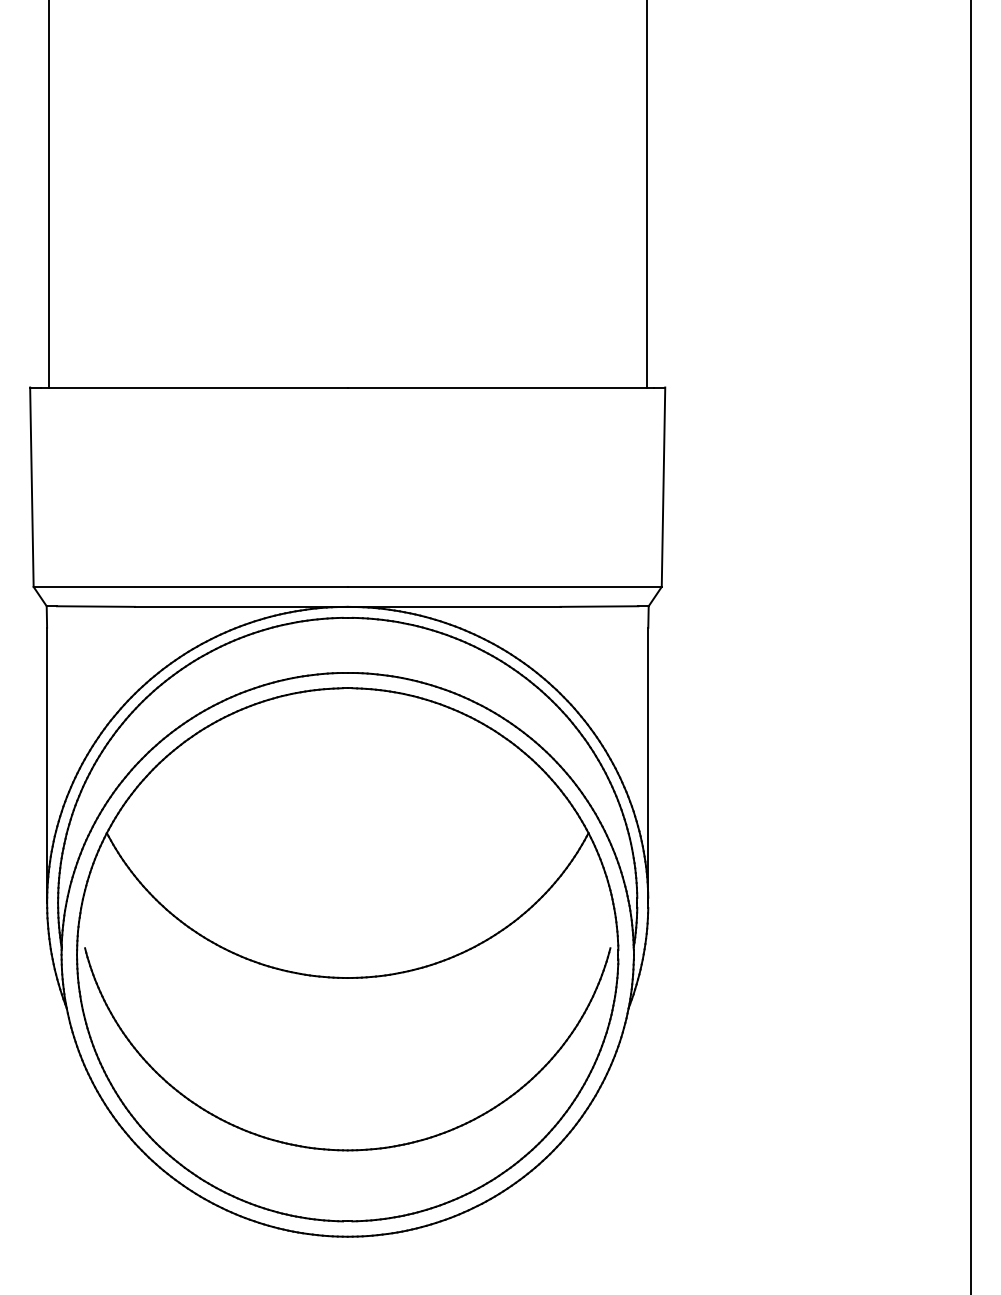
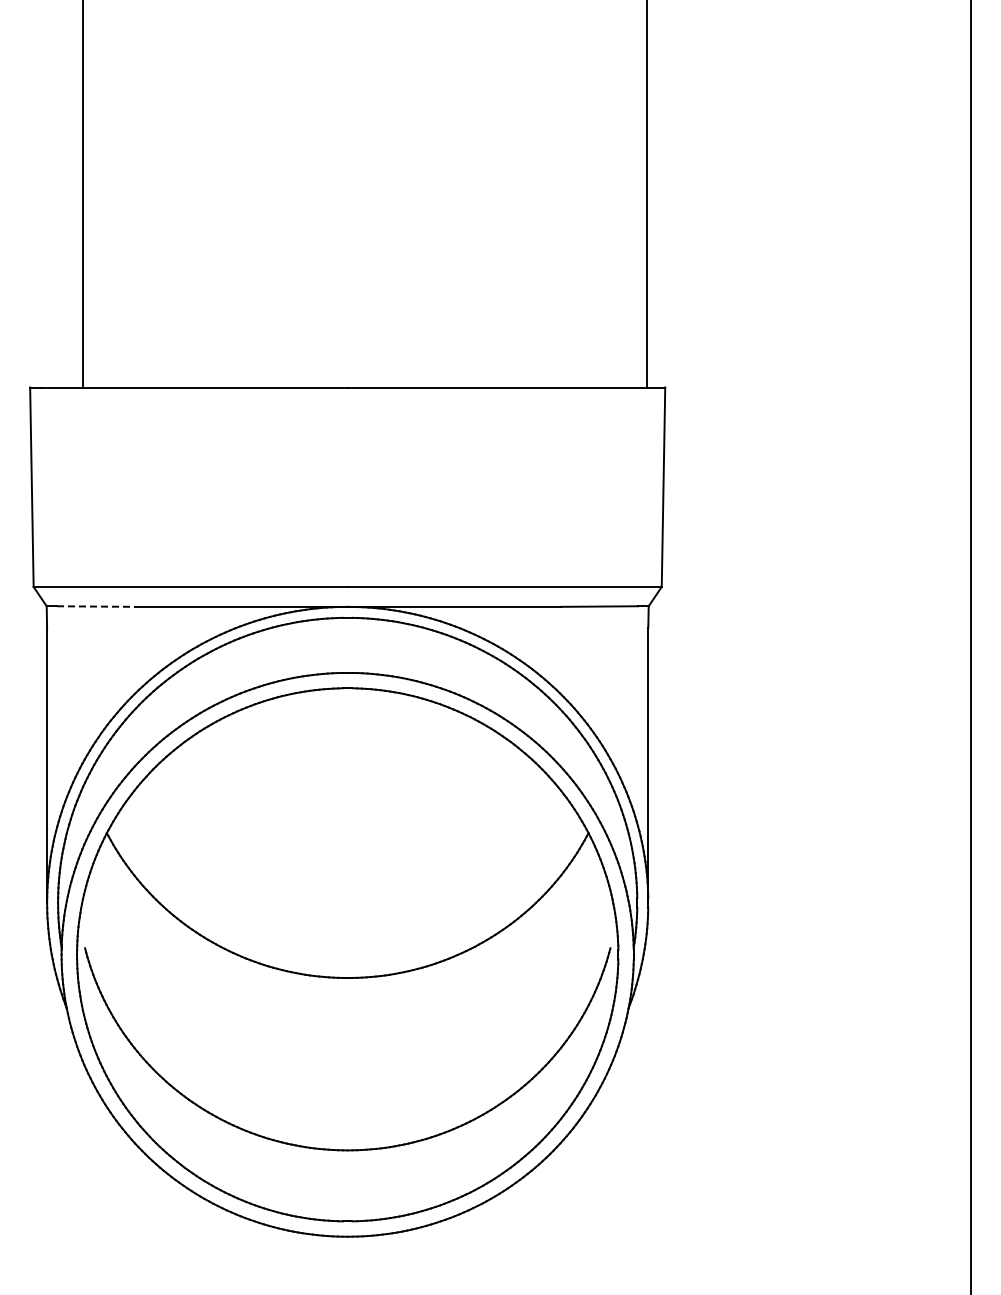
line at (48, 194) position: (48, 194) -> (82, 194)
line at (95, 606): solid -> dashed
